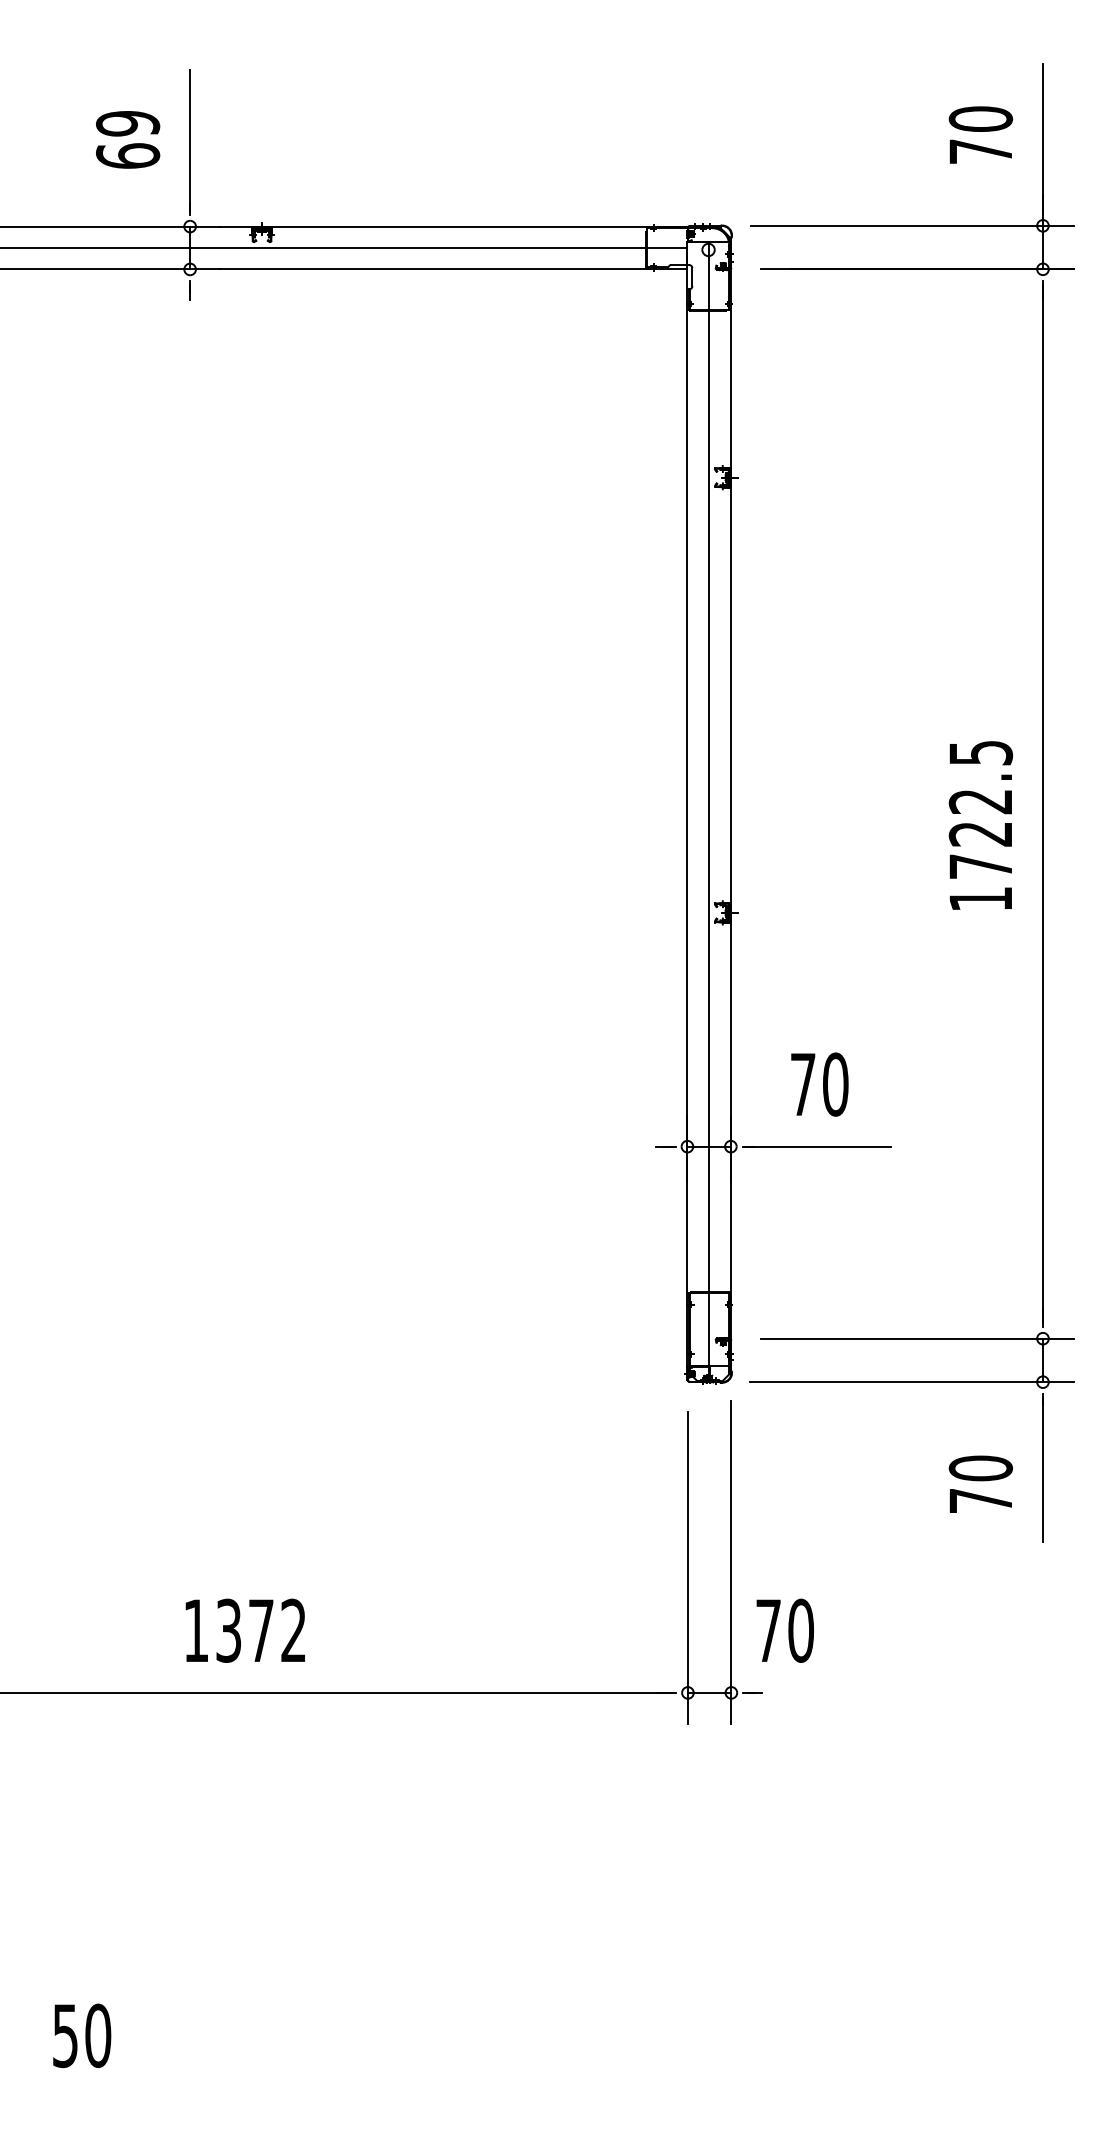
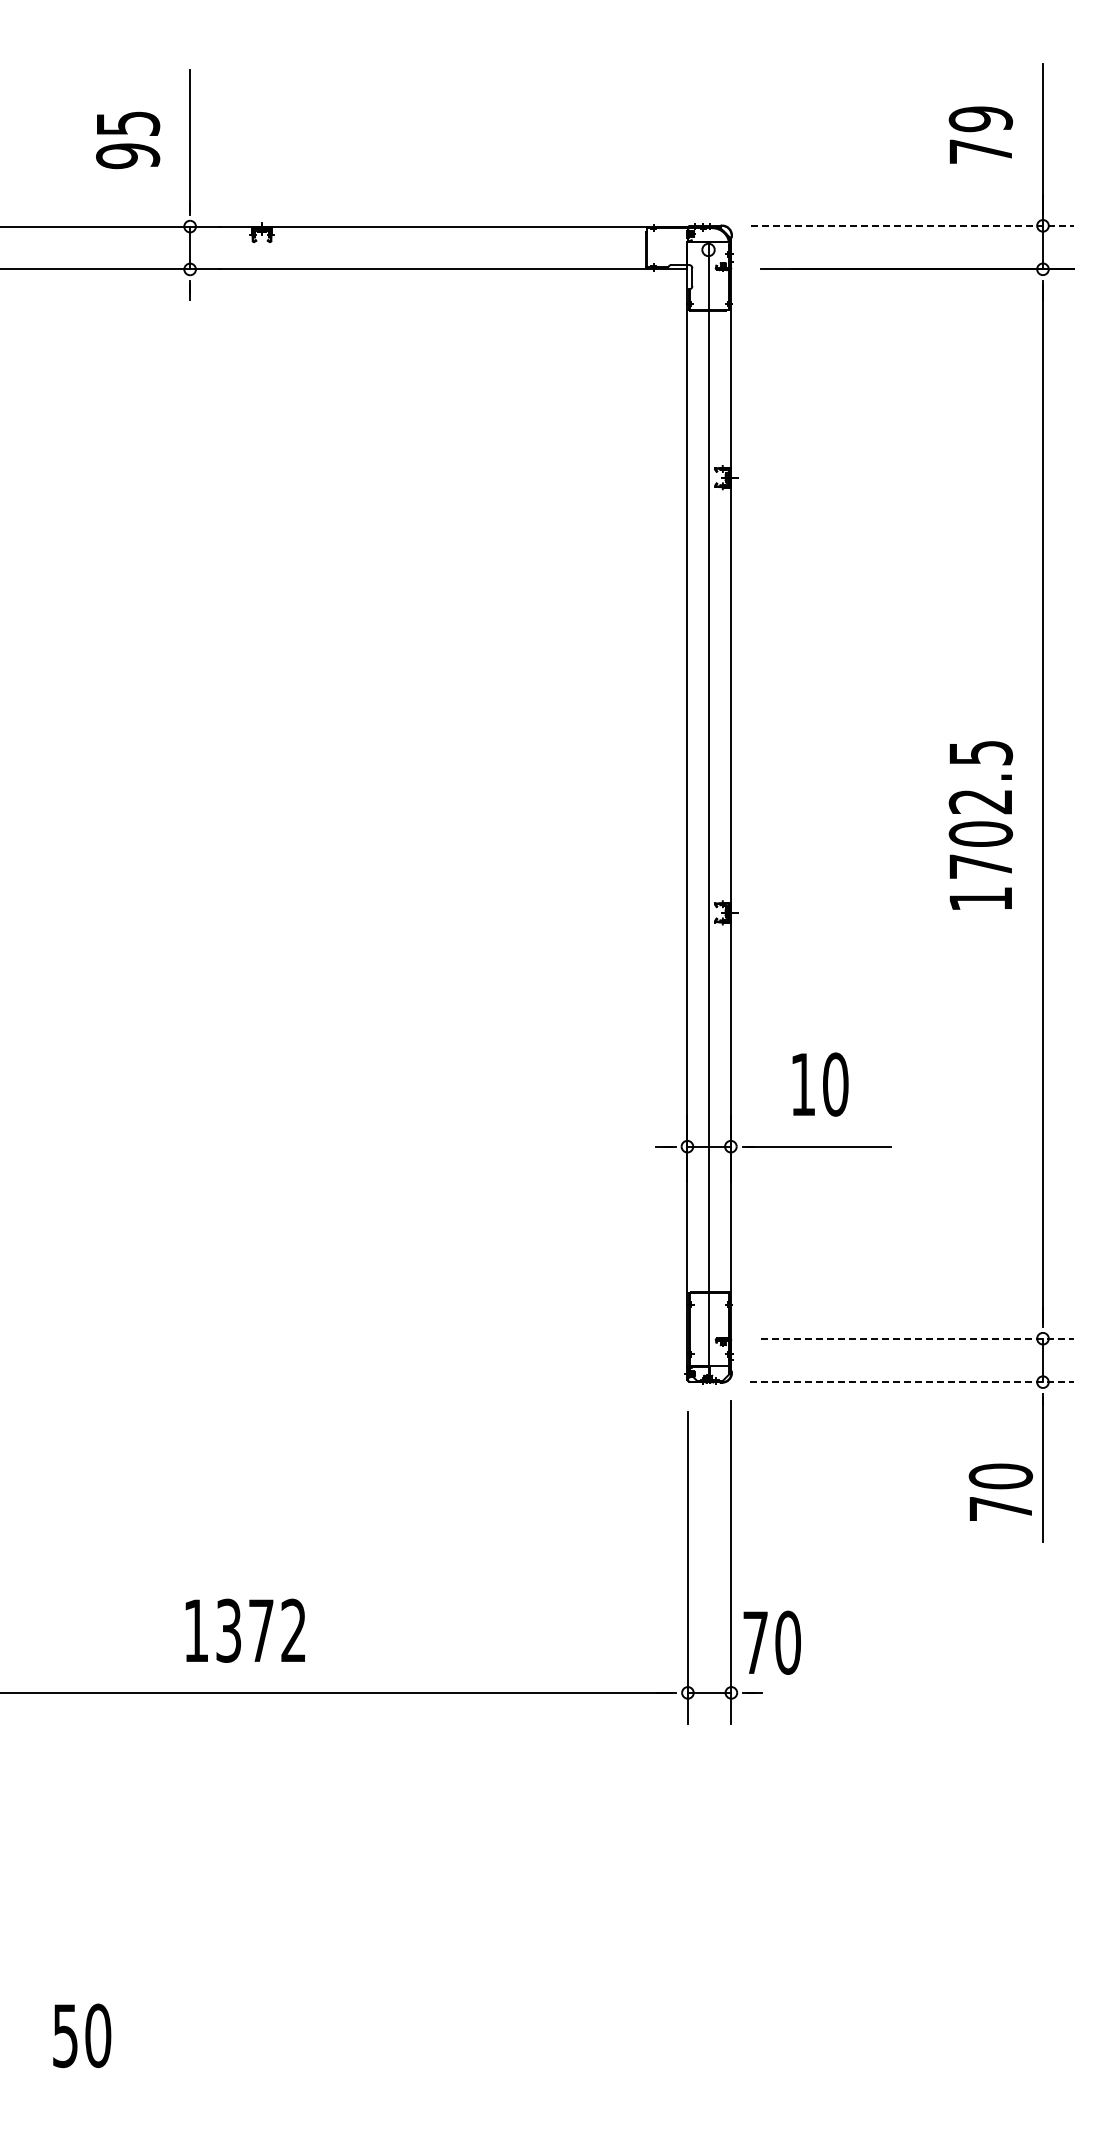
text at (981, 119): 70 -> 79
text at (128, 140): 69 -> 95
line at (912, 225): solid -> dashed
line at (344, 248): present -> none
text at (980, 833): 1722.5 -> 1702.5
text at (803, 1084): 70 -> 10
line at (917, 1338): solid -> dashed
line at (912, 1382): solid -> dashed
text at (980, 1483) position: (980, 1483) -> (1000, 1491)
text at (784, 1630) position: (784, 1630) -> (771, 1642)
